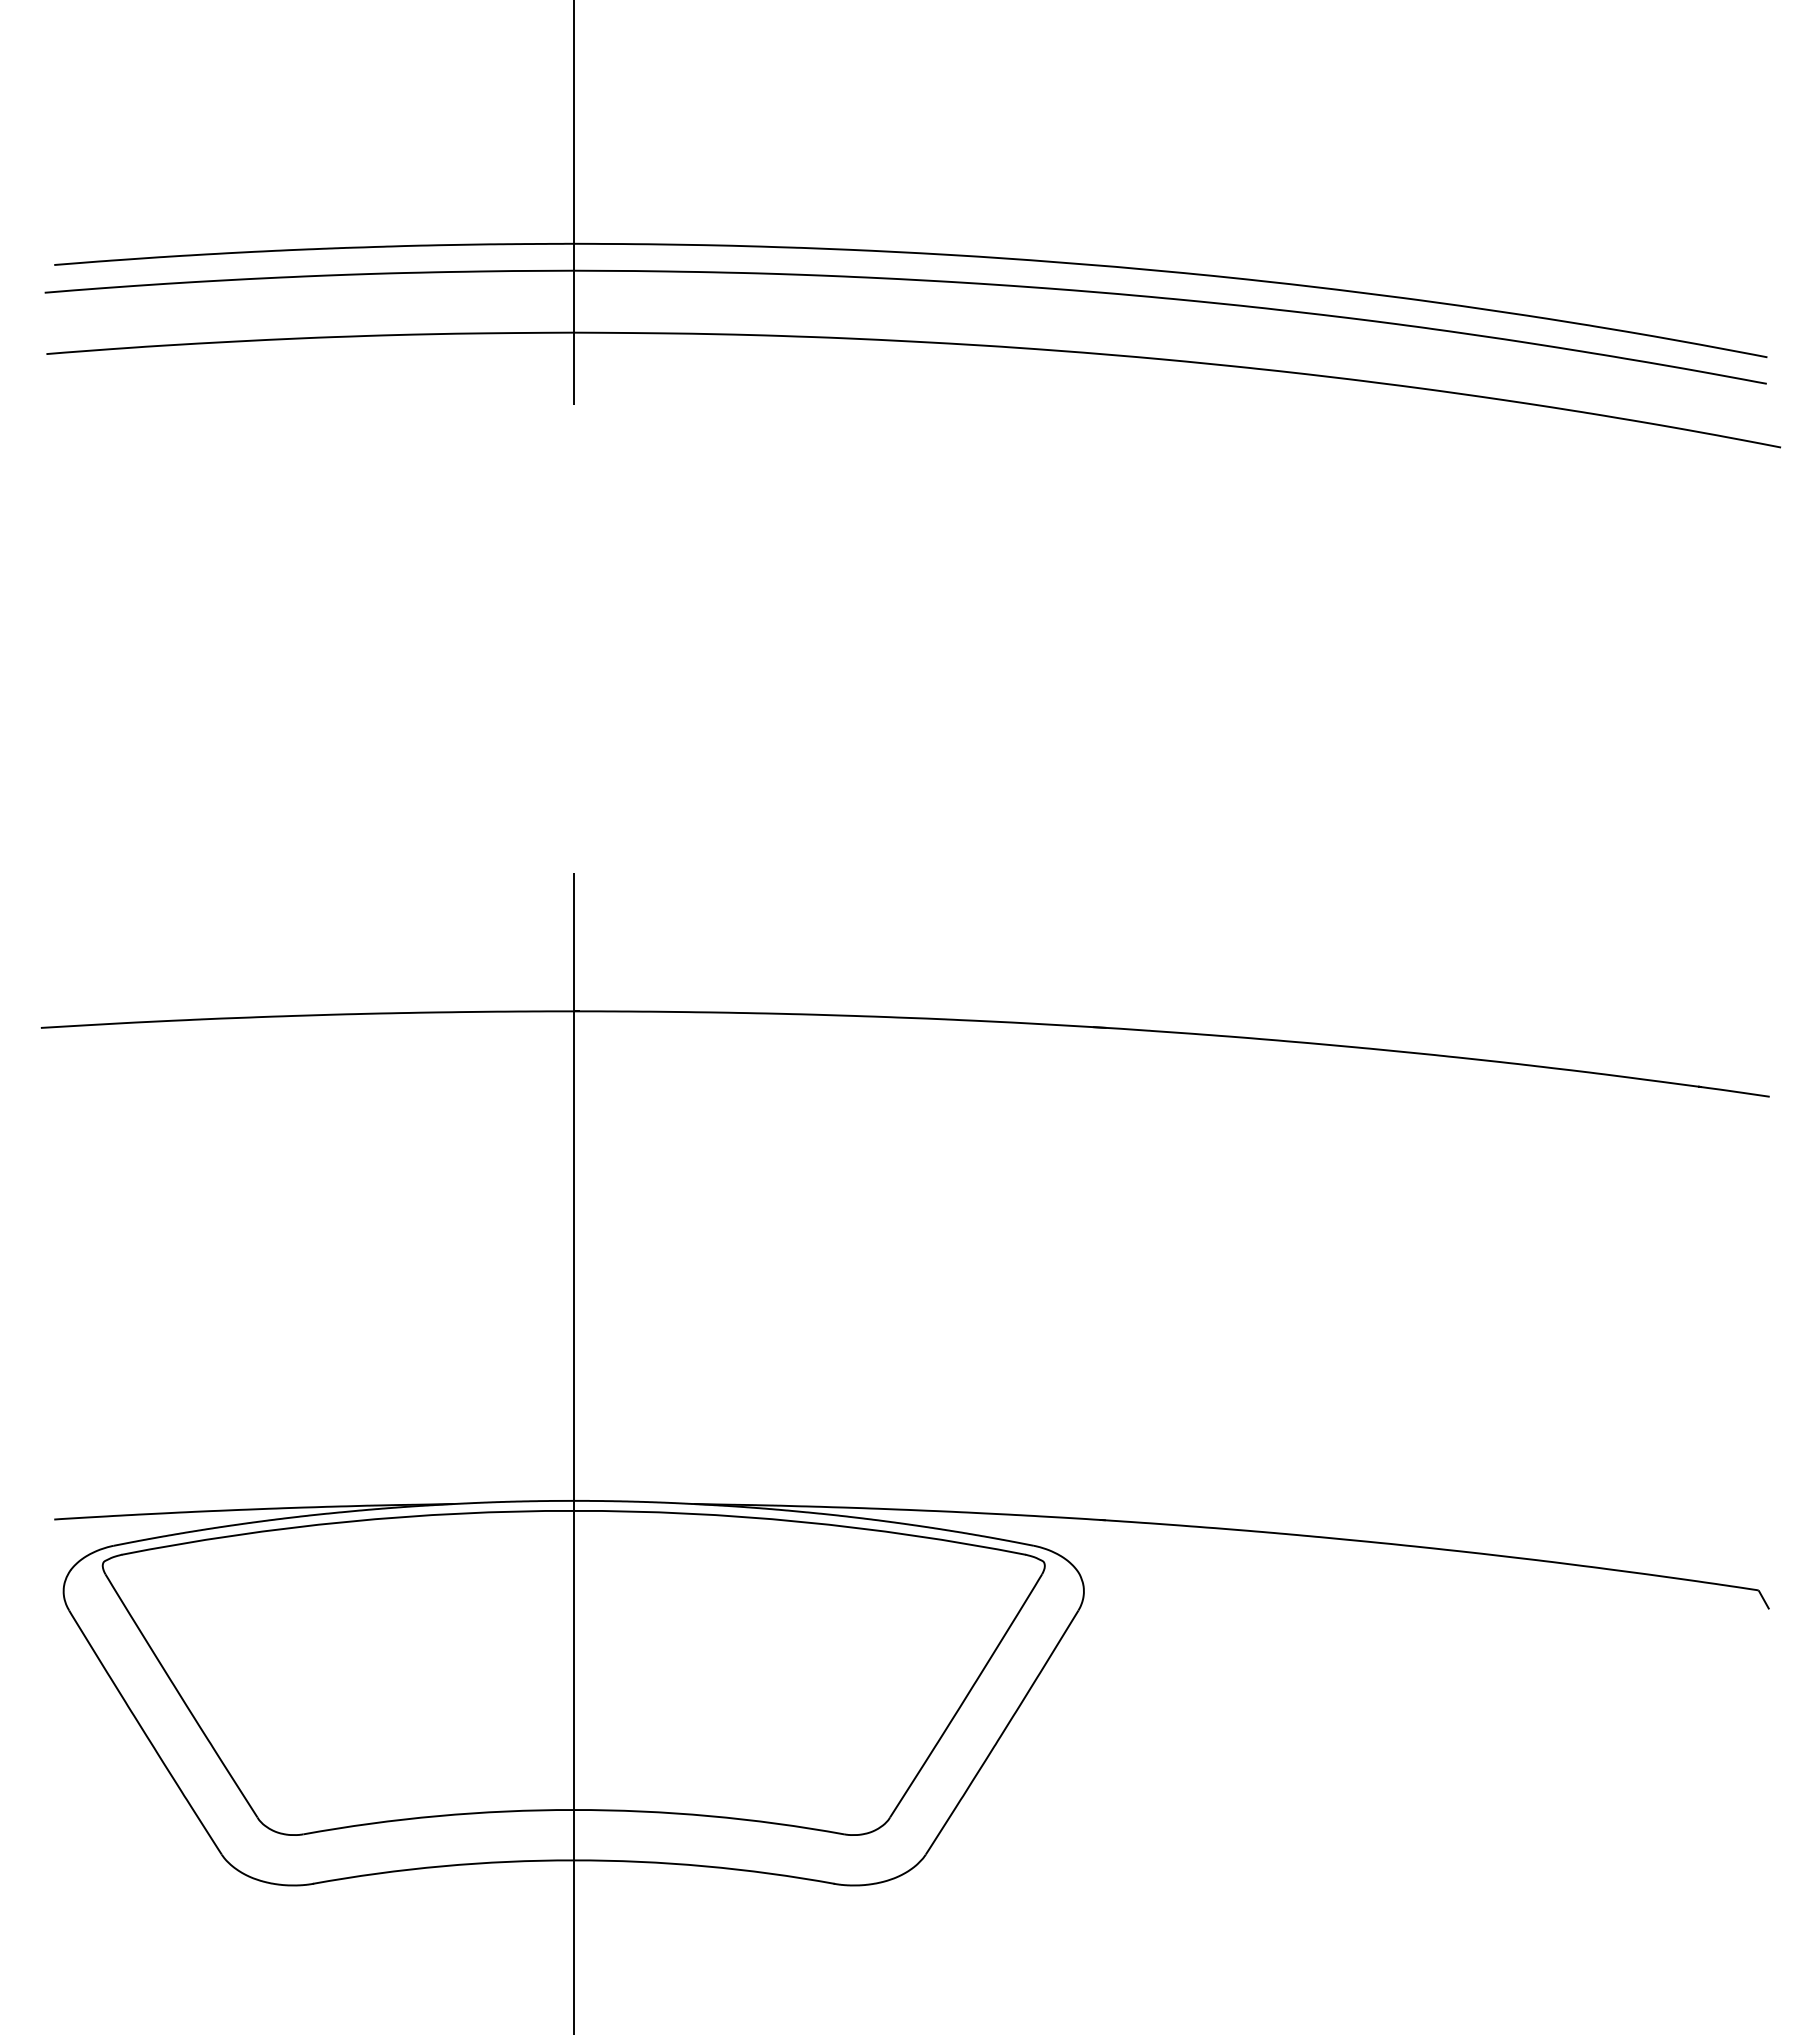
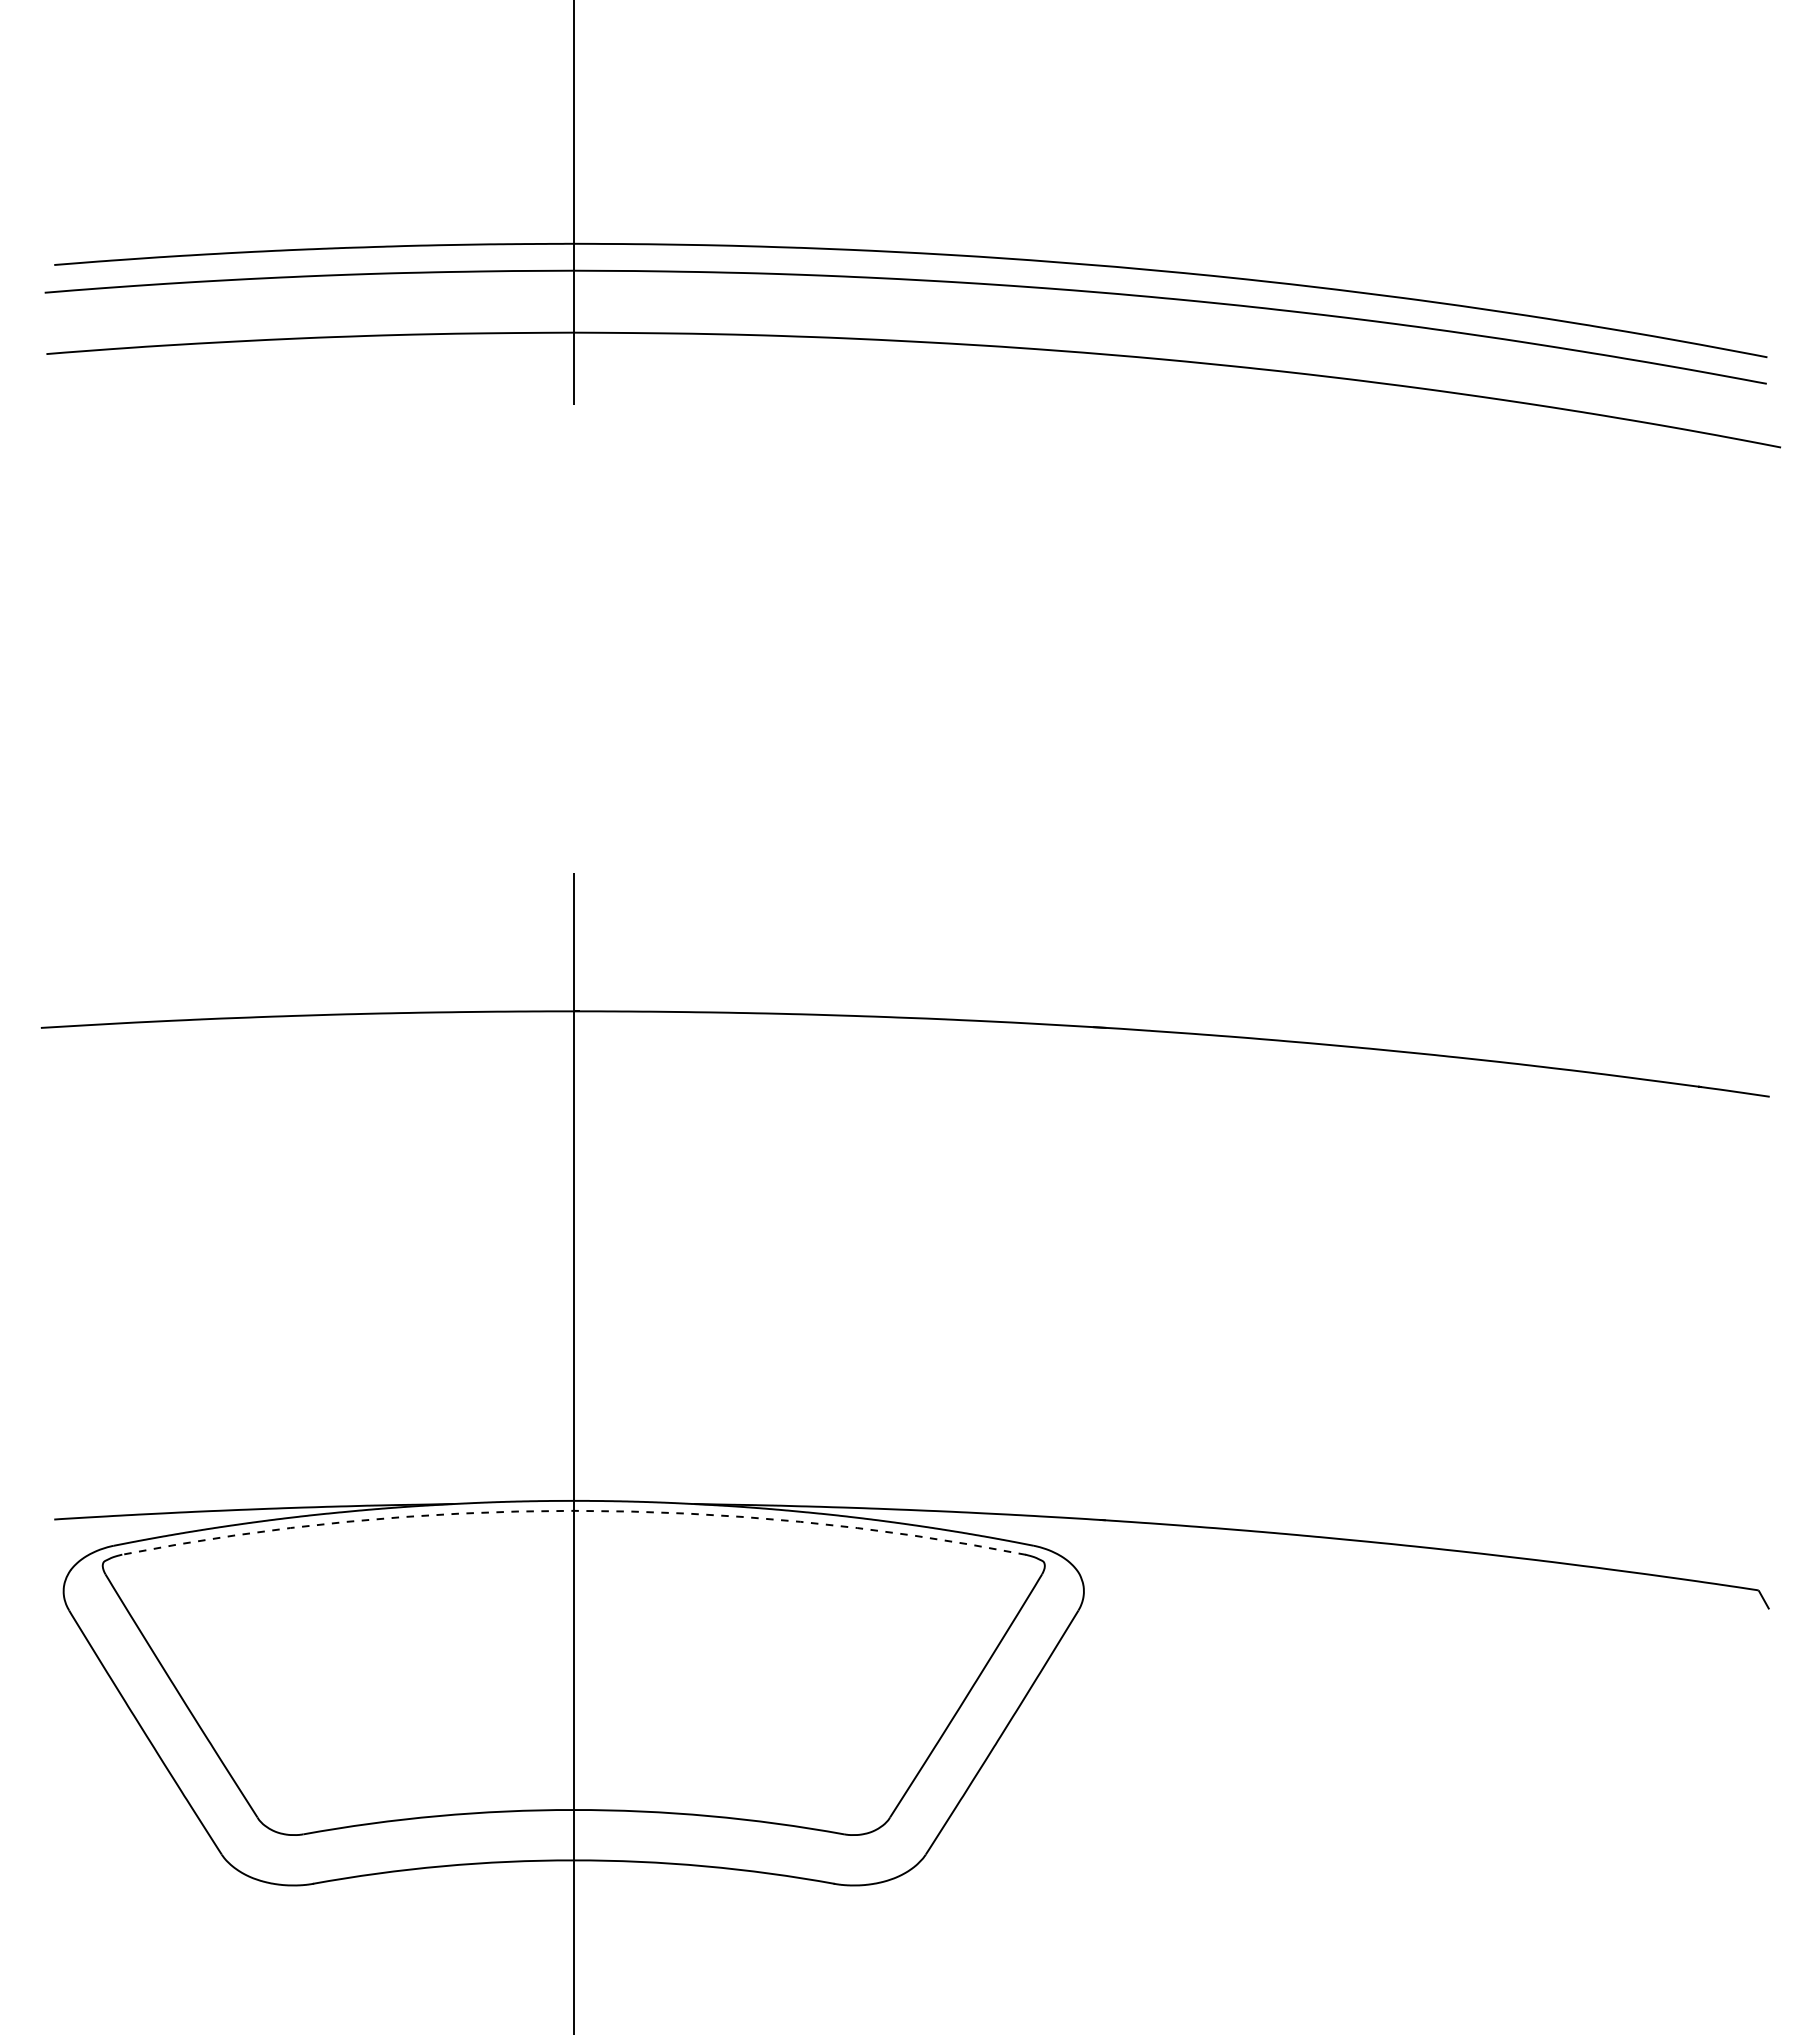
arc at (573, 1510): solid -> dashed
